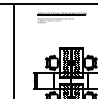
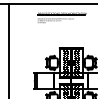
line at (13, 49) position: (13, 49) -> (8, 49)
